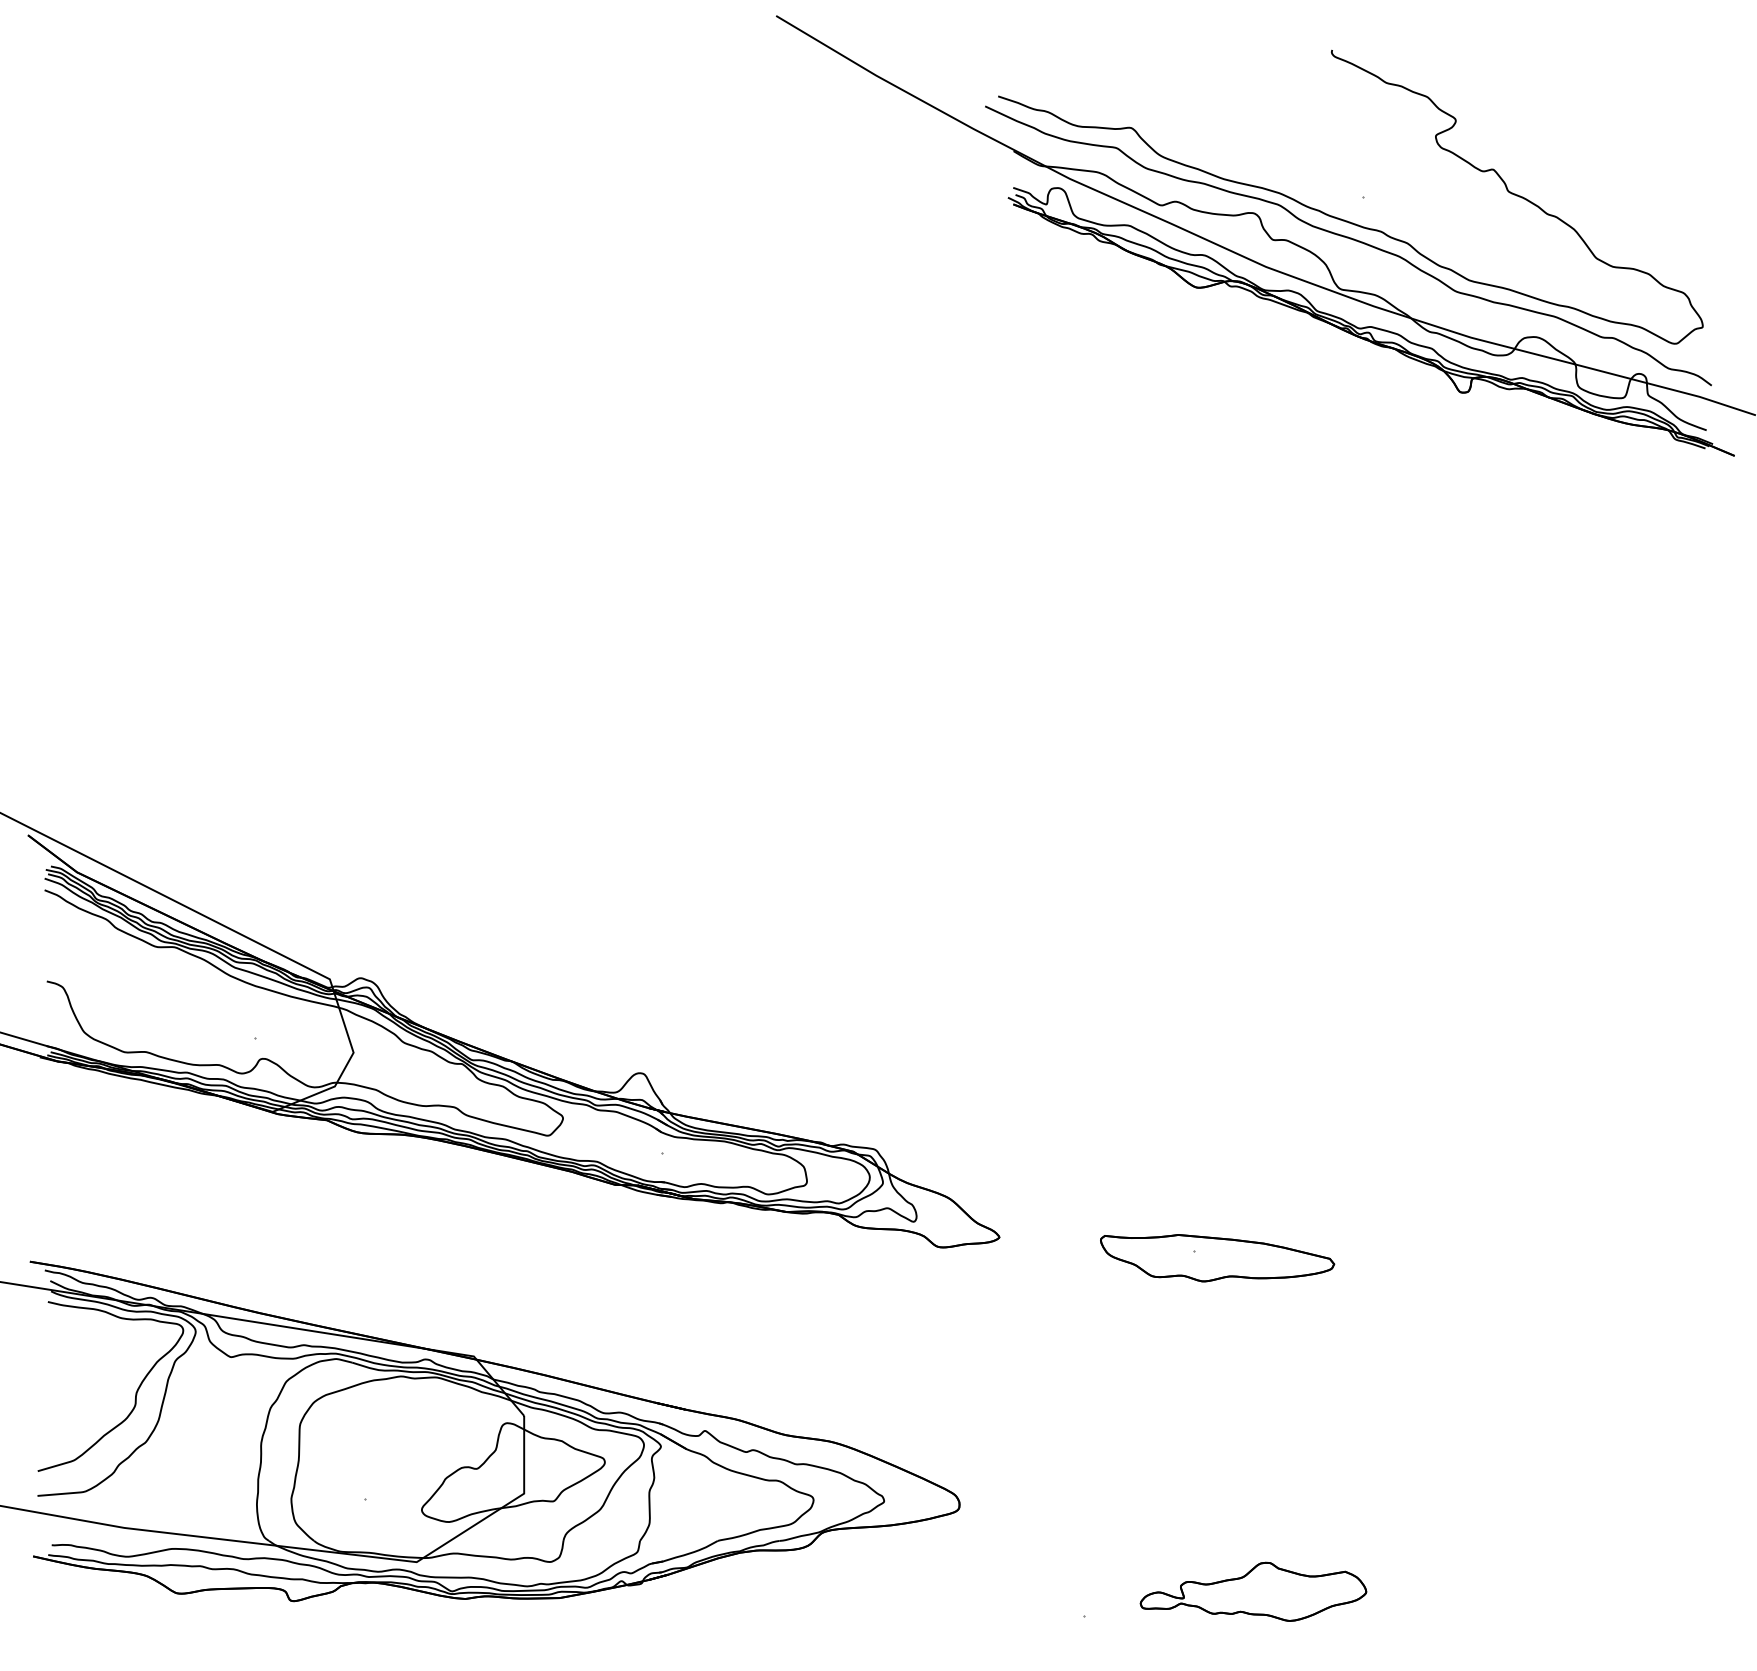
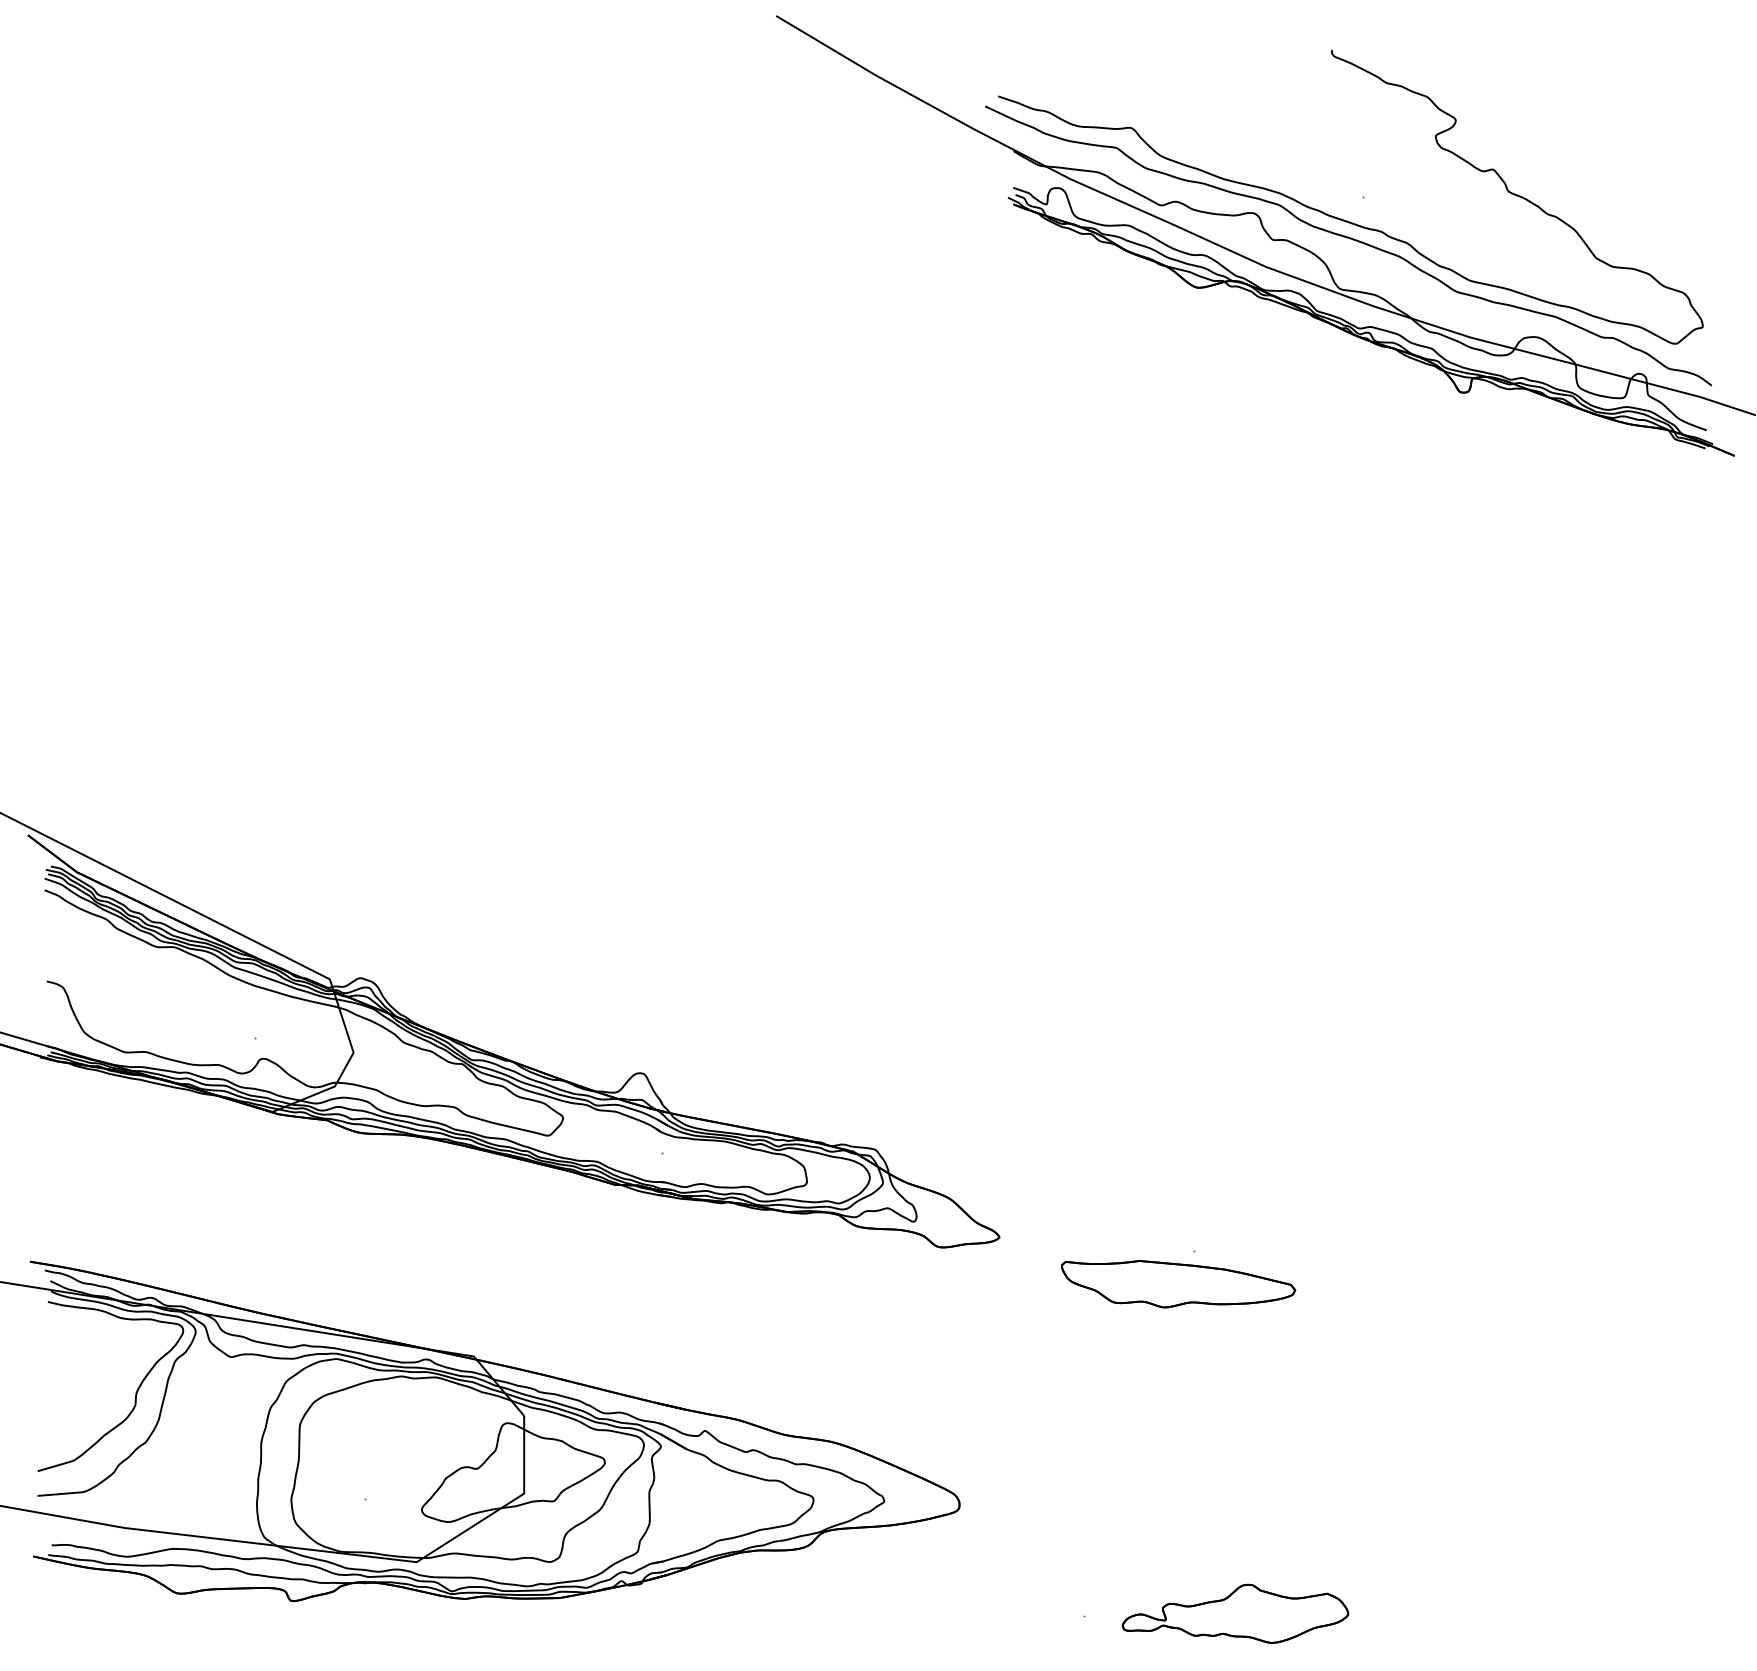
part at (1217, 1258) position: (1217, 1258) -> (1178, 1284)
part at (1253, 1591) position: (1253, 1591) -> (1235, 1613)
